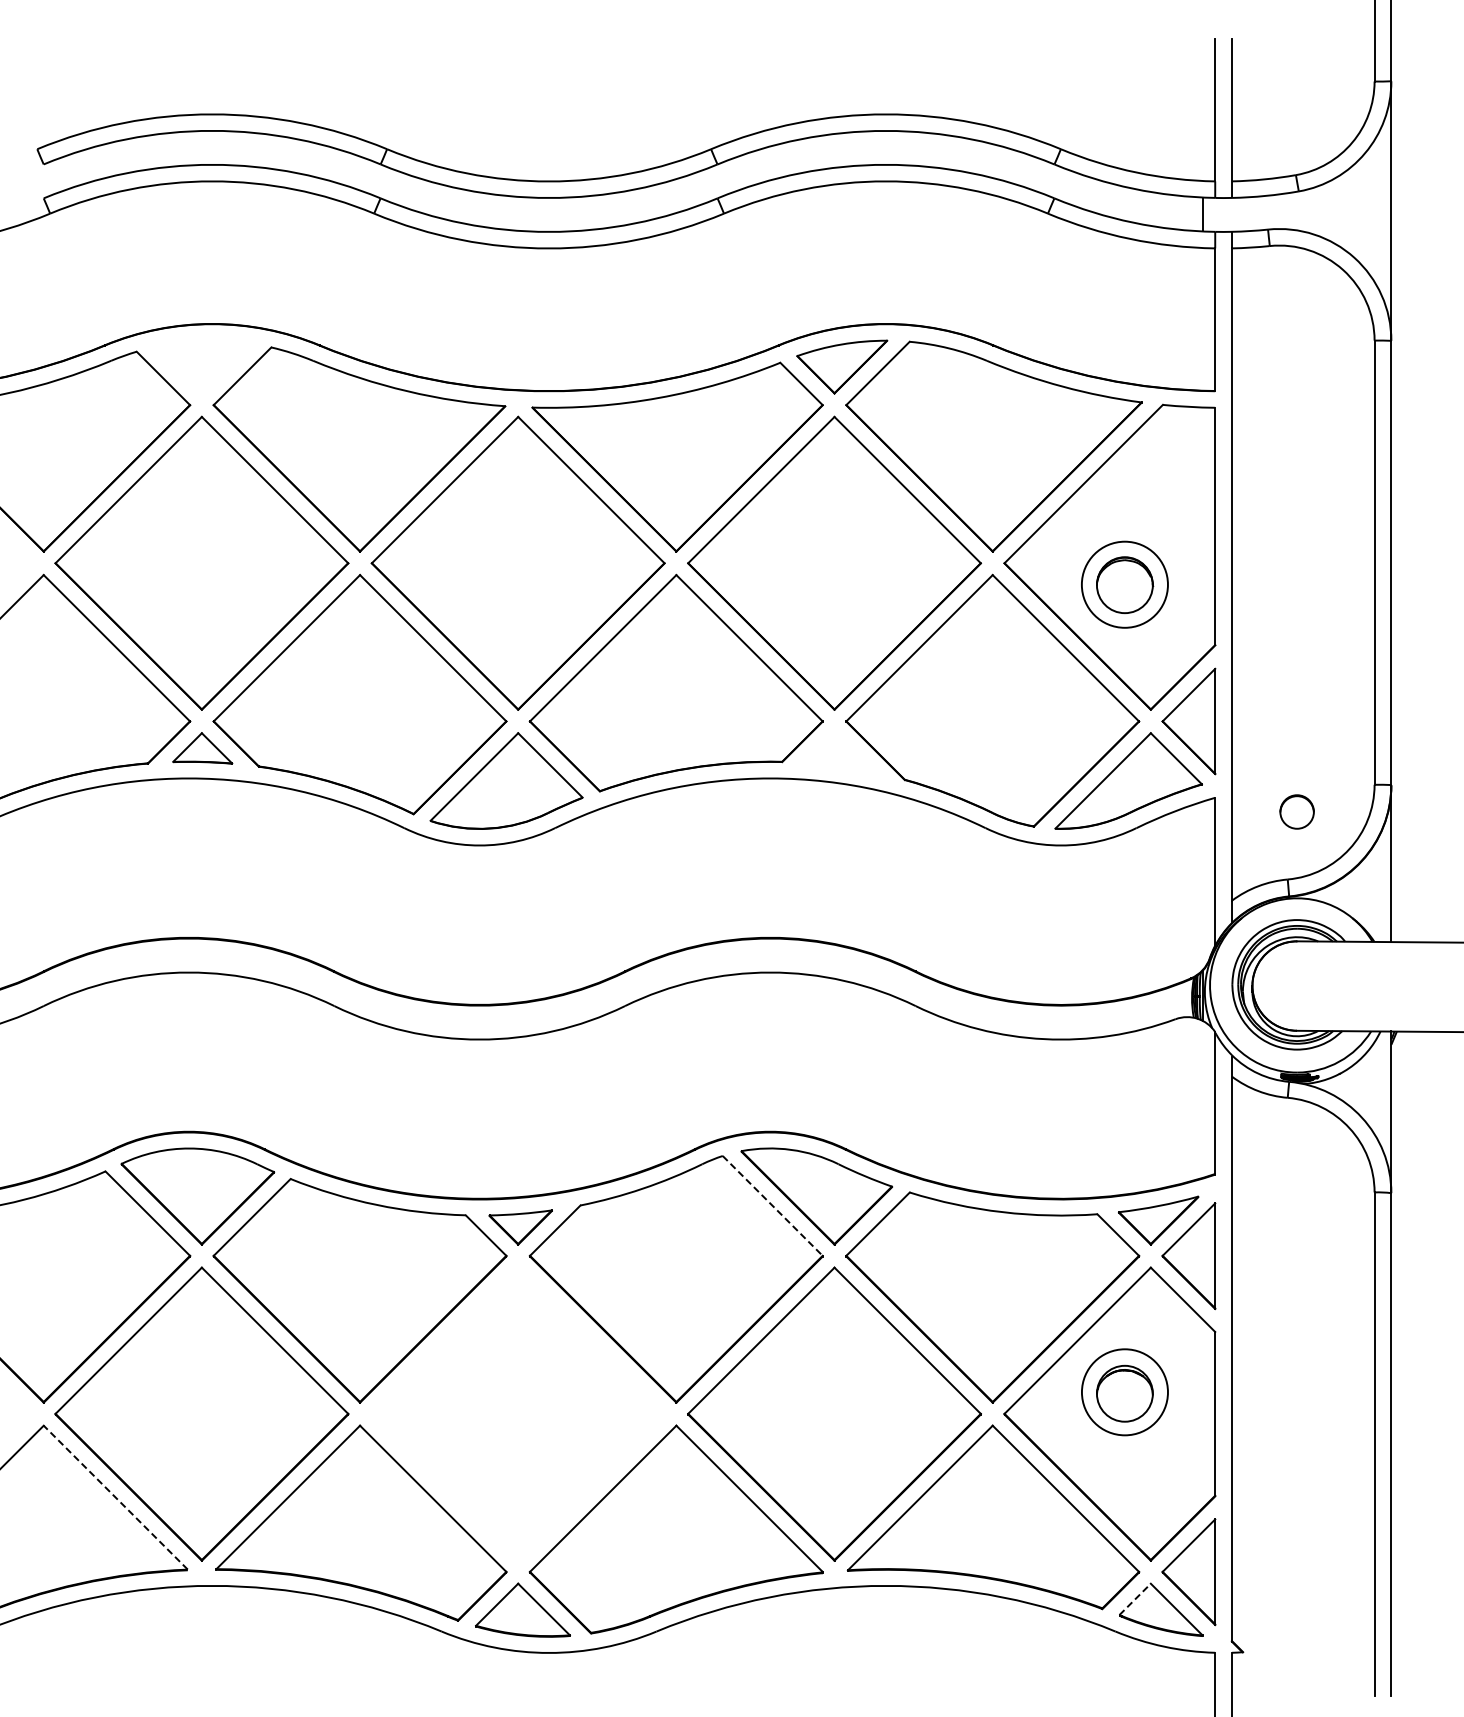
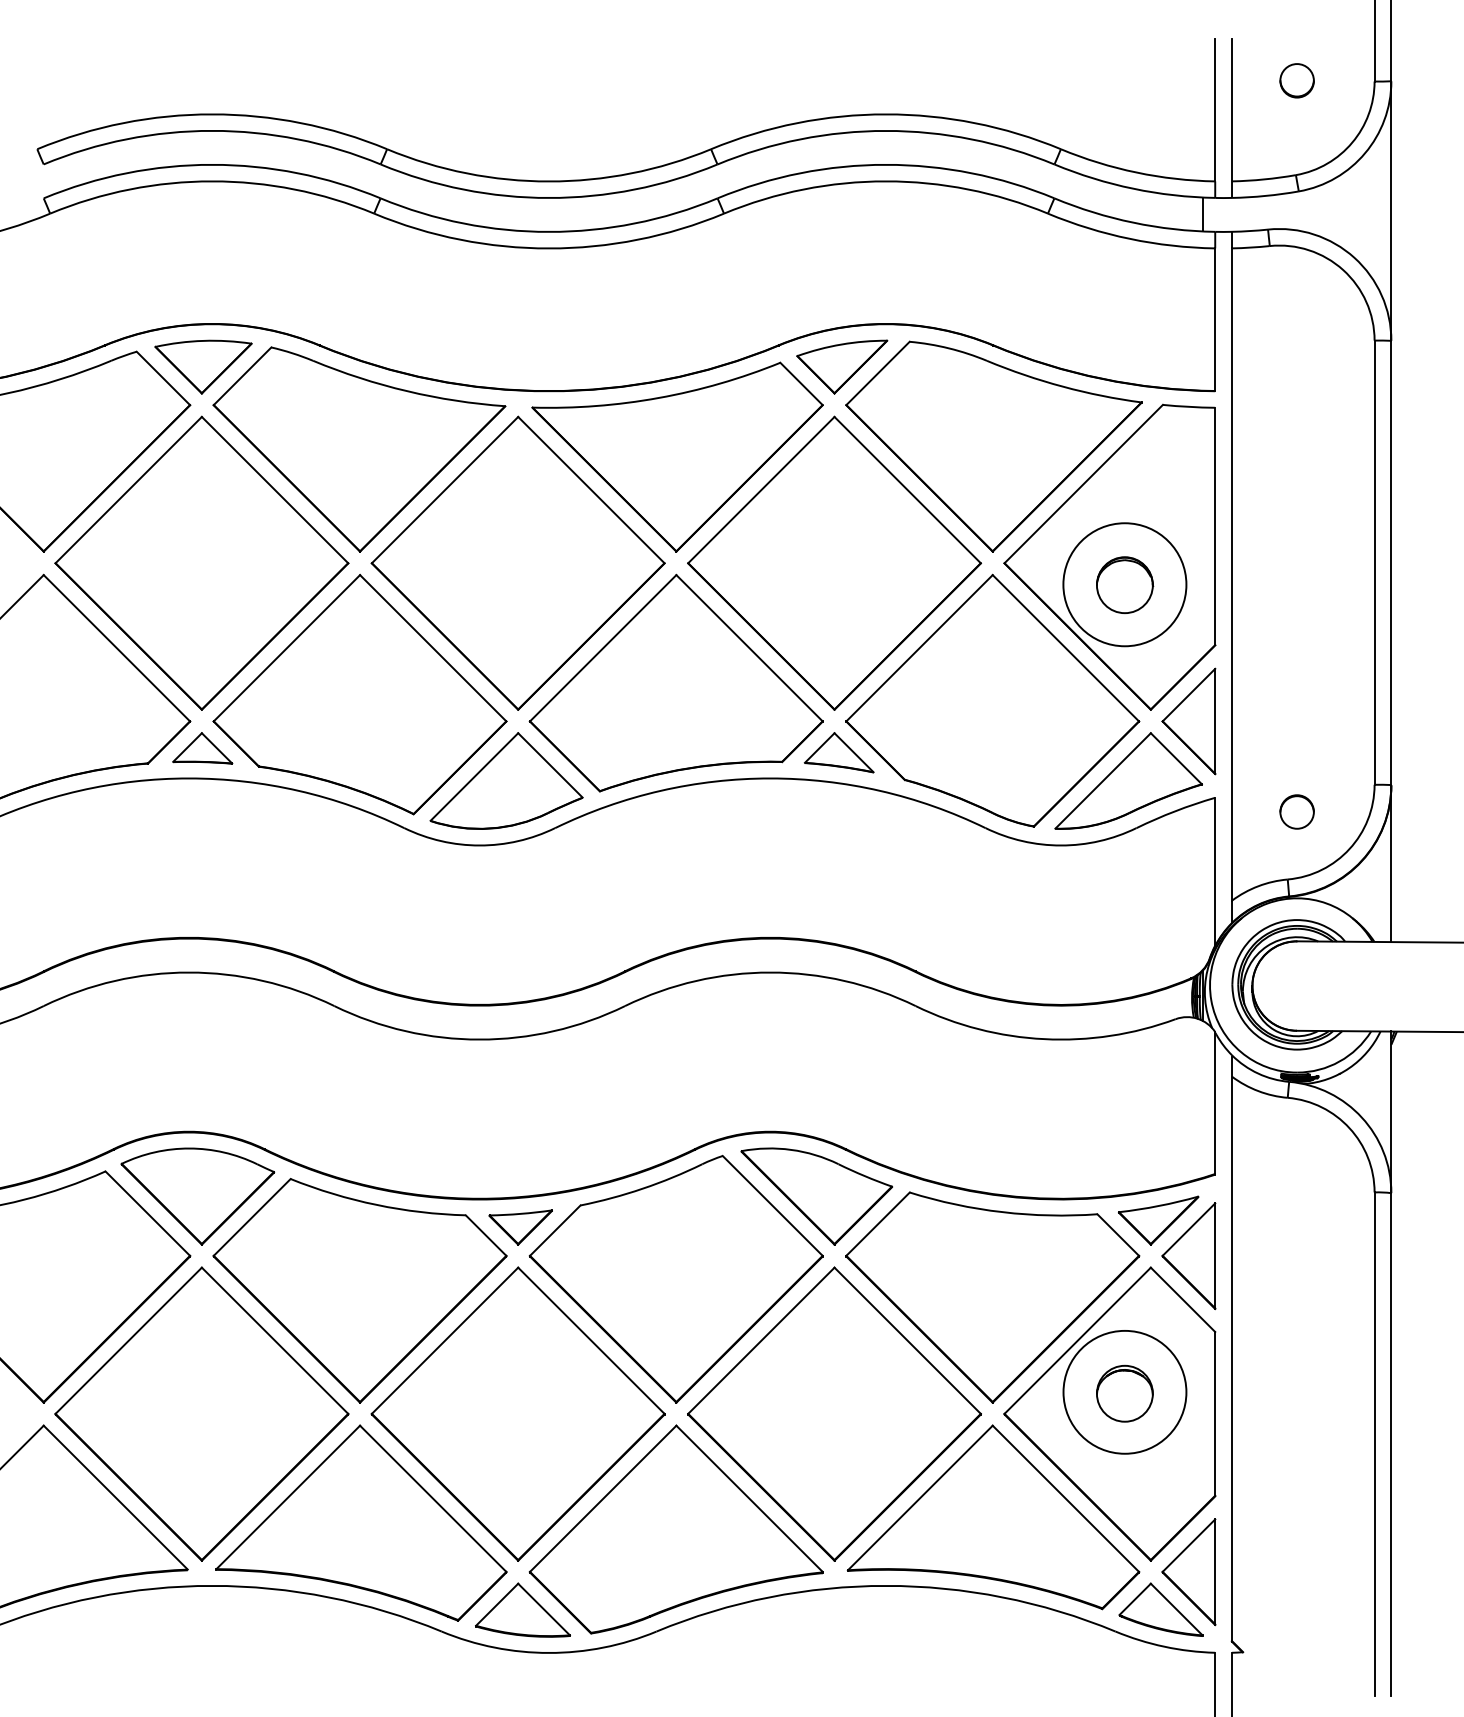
circle at (1296, 80): none -> present
part at (203, 366): none -> present
circle at (1124, 584) diameter: 86 px -> 123 px
part at (838, 752): none -> present
line at (772, 1205): dashed -> solid
circle at (1124, 1392) diameter: 86 px -> 123 px
part at (517, 1413): none -> present
line at (115, 1497): dashed -> solid
line at (1135, 1599): dashed -> solid
